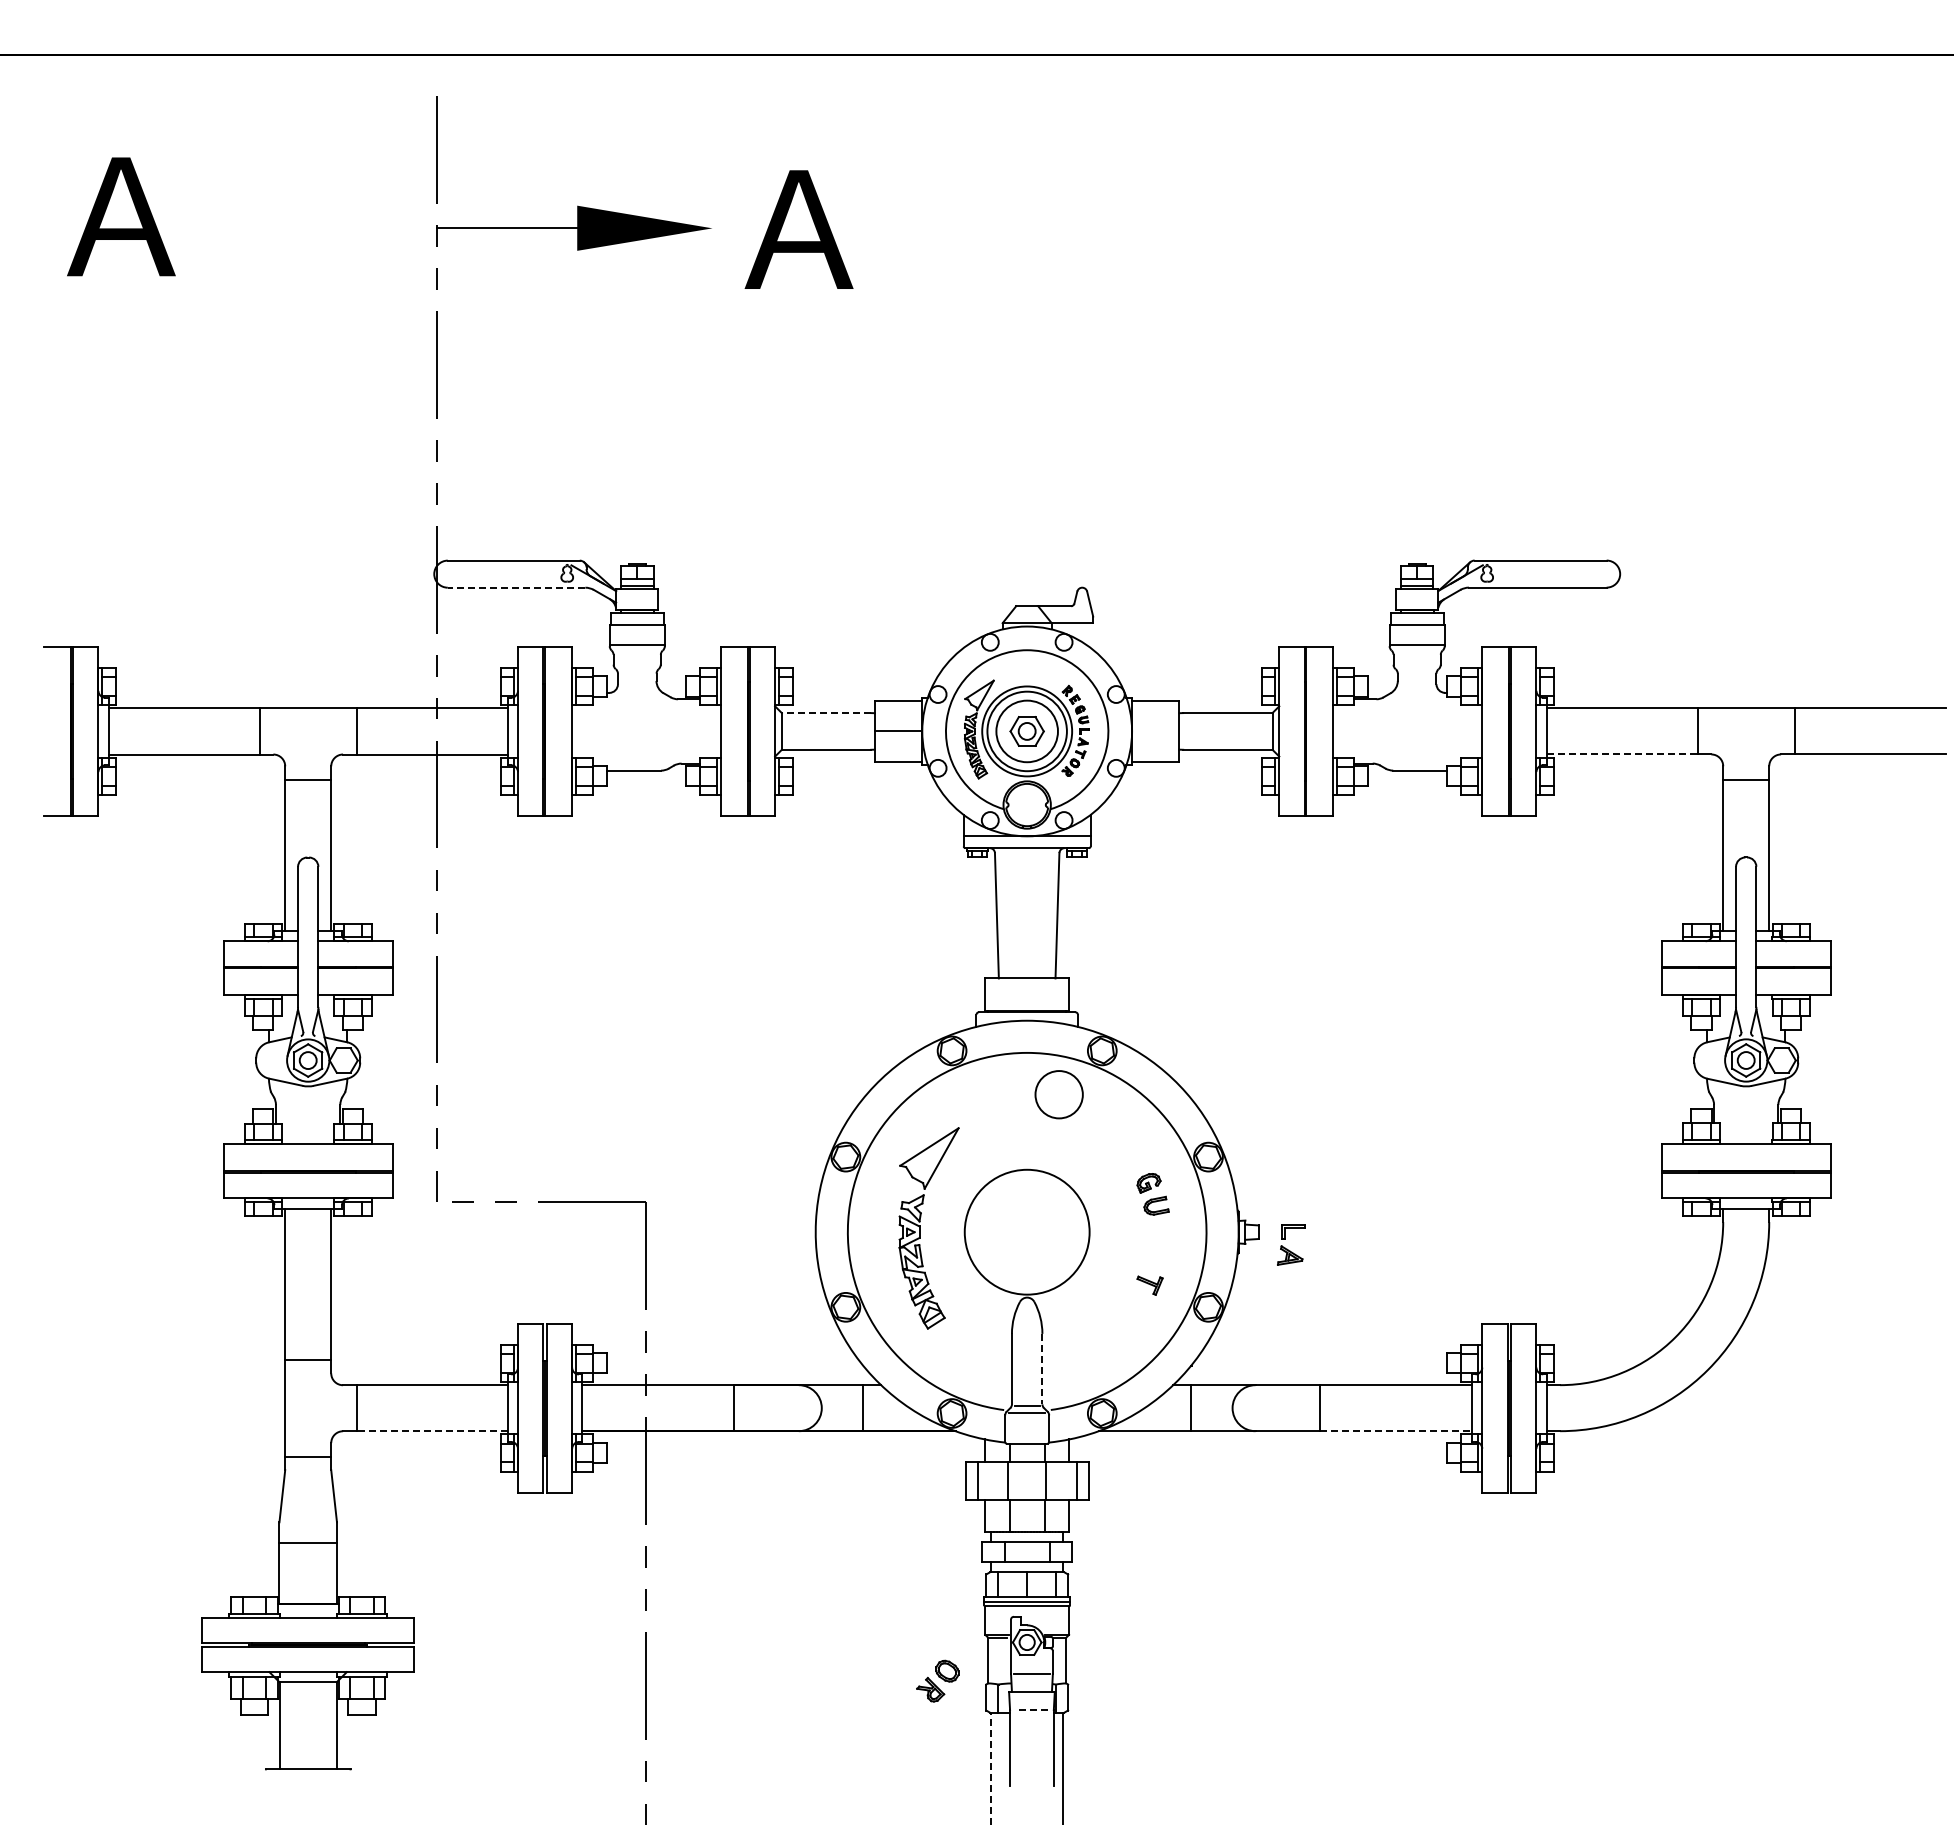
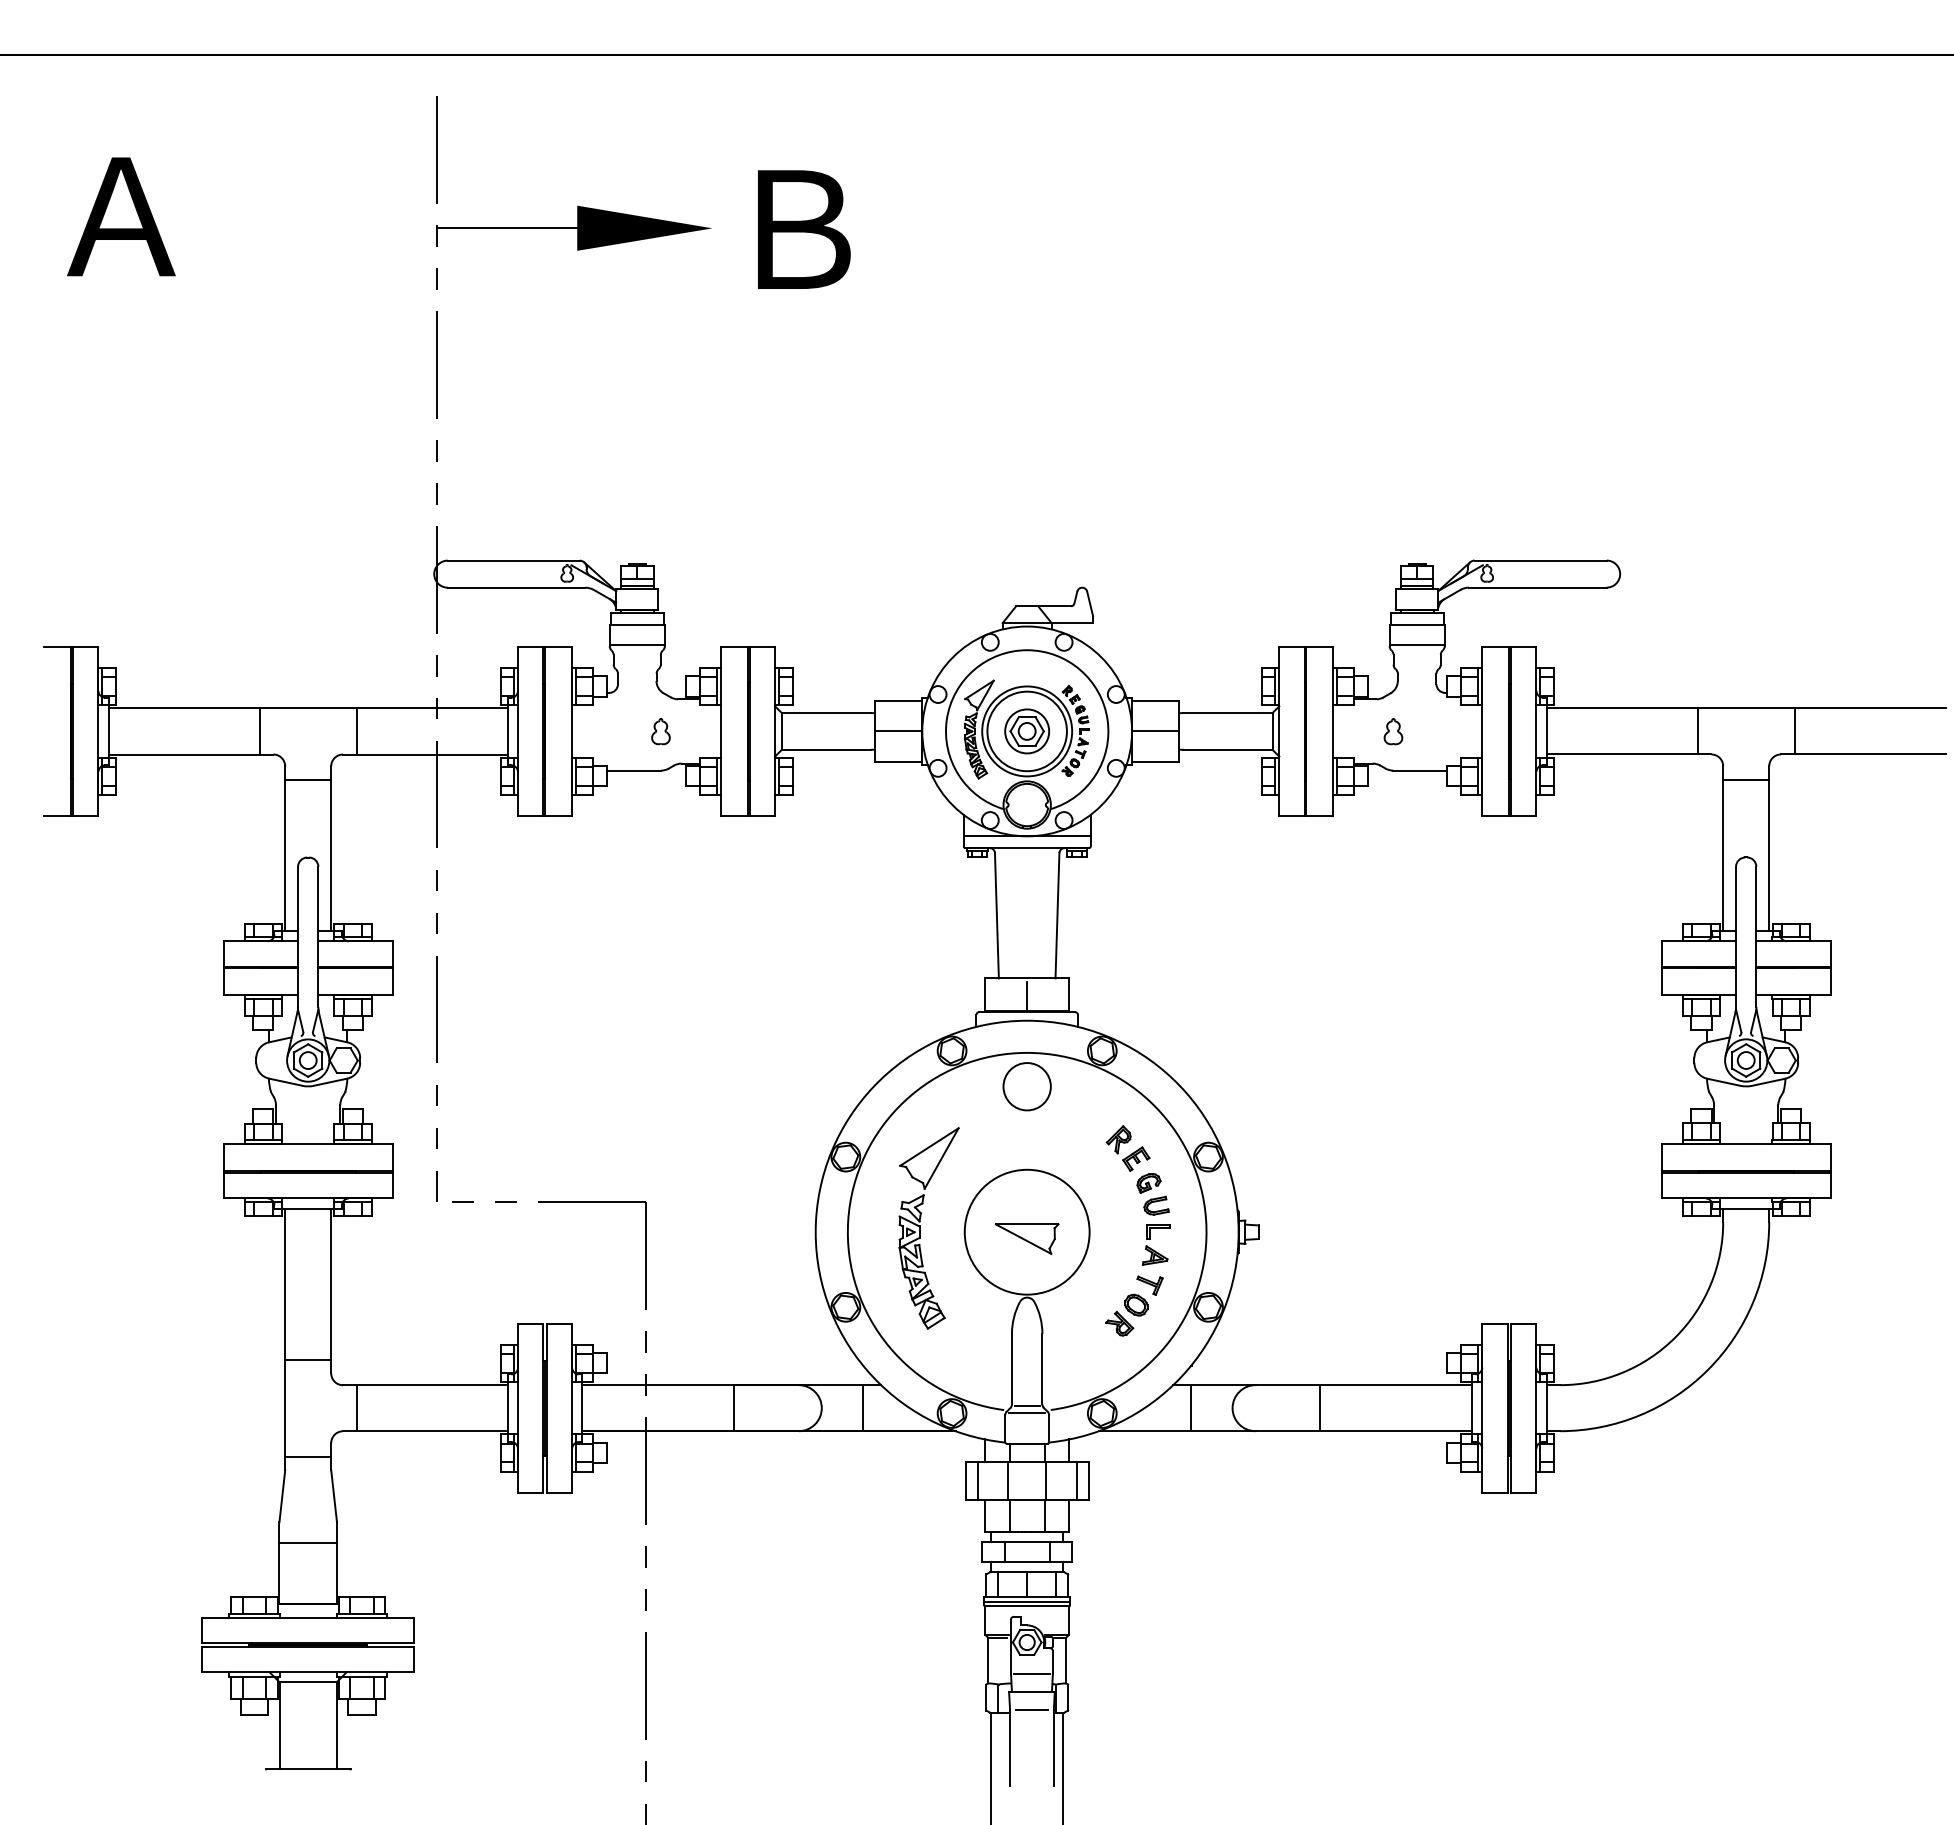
text at (798, 229): Ａ -> Ｂ
line at (516, 587): dashed -> solid
line at (826, 713): dashed -> solid
part at (660, 731): none -> present
circle at (1026, 731) diameter: 62 px -> 44 px
line at (1155, 731): none -> present
part at (1393, 731): none -> present
line at (1622, 754): dashed -> solid
line at (1027, 996): none -> present
circle at (1058, 1094) position: (1058, 1094) -> (1026, 1086)
part at (1127, 1148): none -> present
part at (1026, 1238): none -> present
part at (1291, 1244) position: (1291, 1244) -> (1156, 1244)
line at (1042, 1369): dashed -> solid
line at (432, 1431): dashed -> solid
line at (1396, 1431): dashed -> solid
part at (937, 1680) position: (937, 1680) -> (1126, 1314)
line at (1031, 1710): dashed -> solid
line at (991, 1768): dashed -> solid
